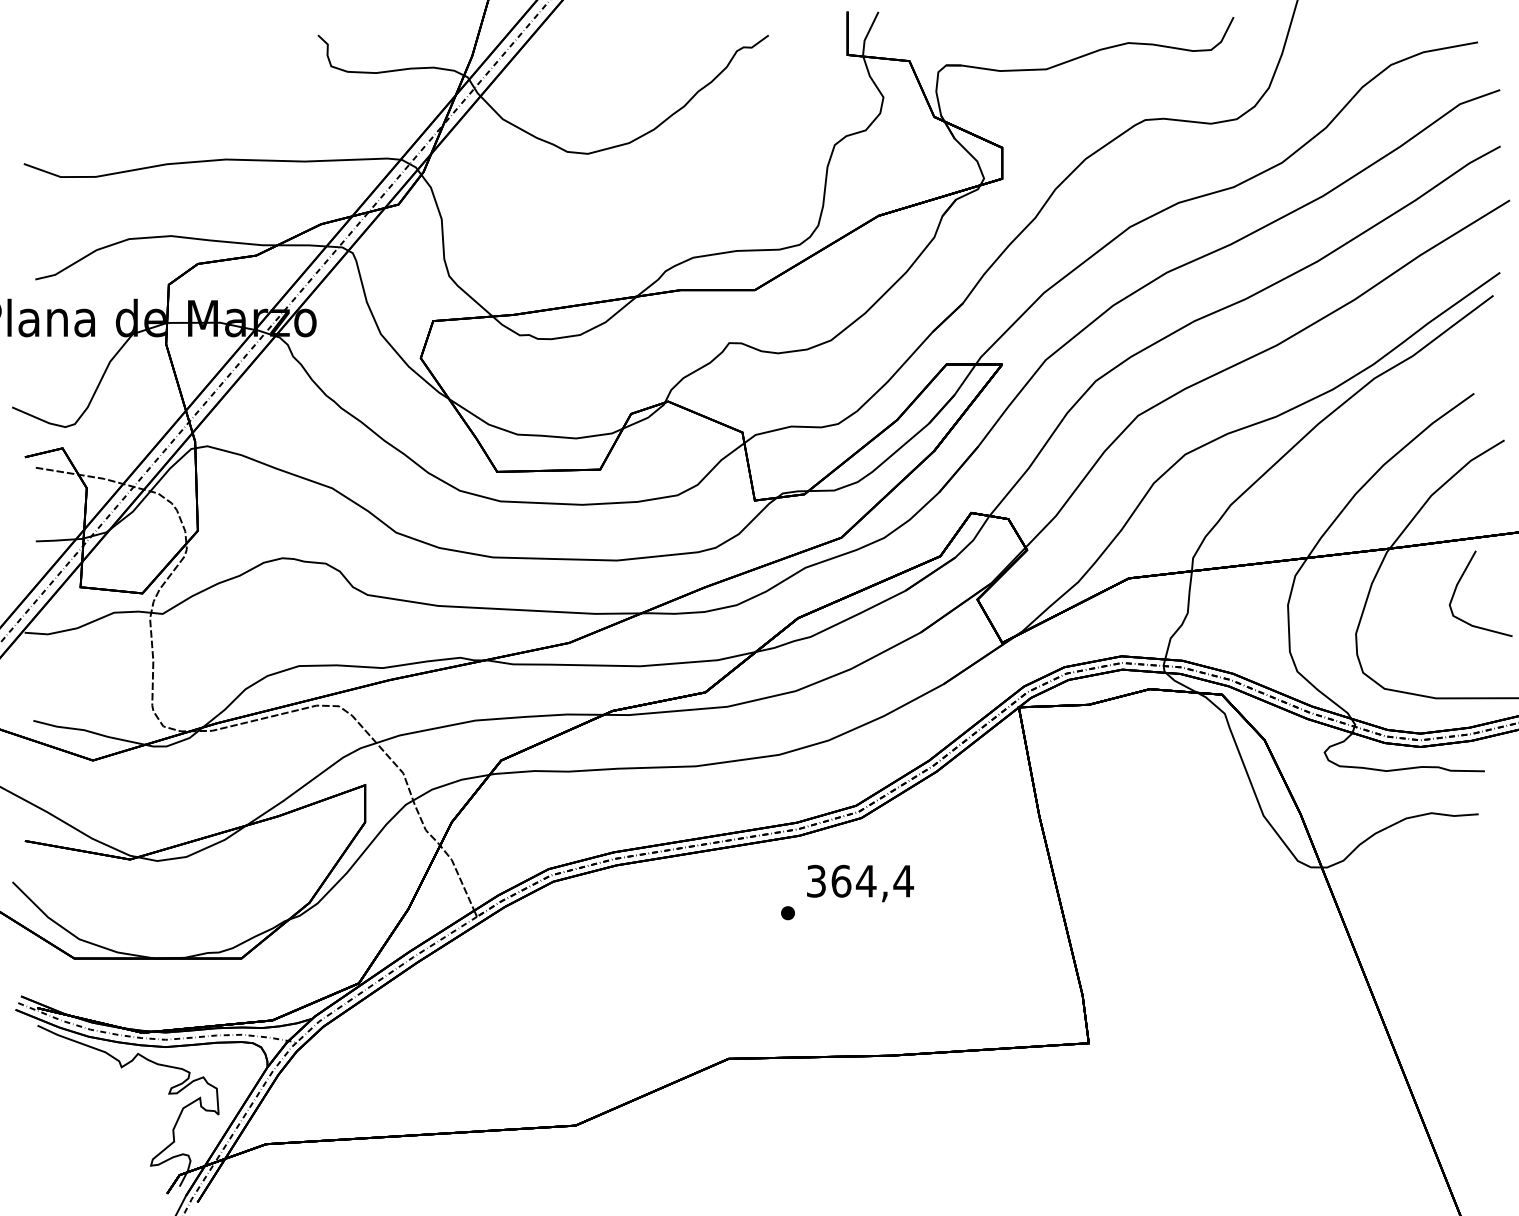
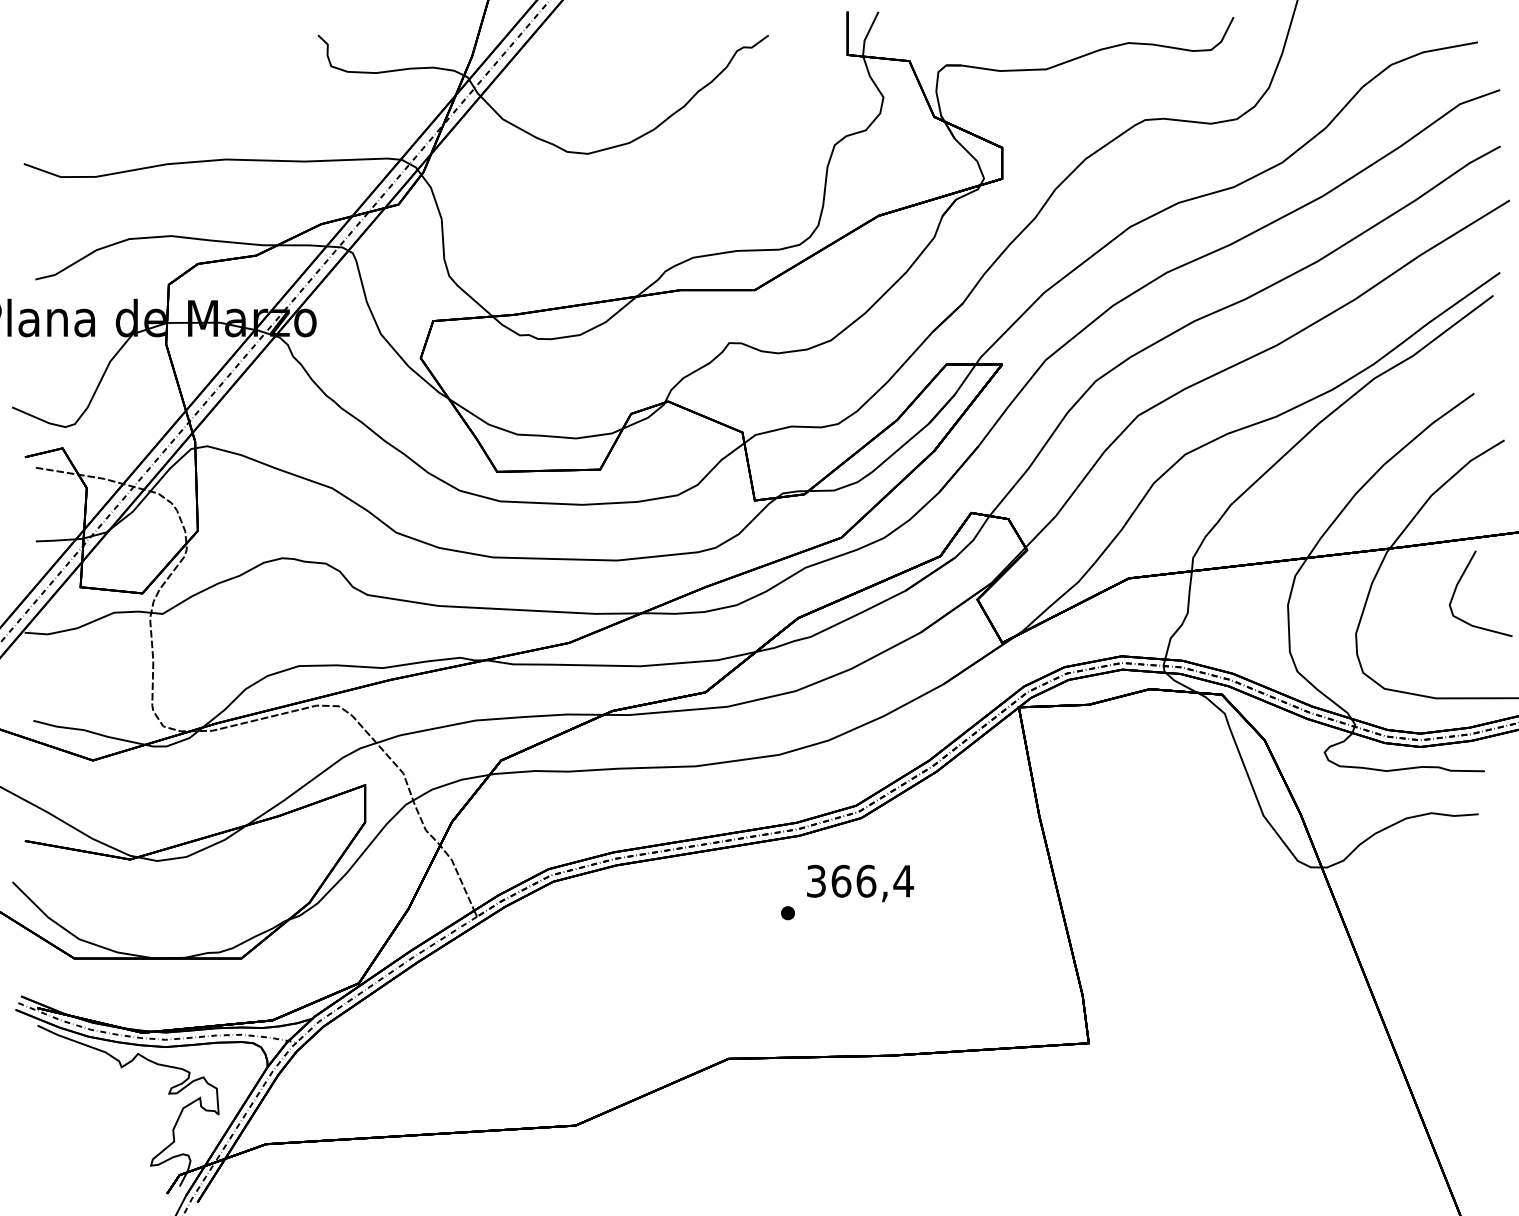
text at (865, 880): 364,4 -> 366,4
